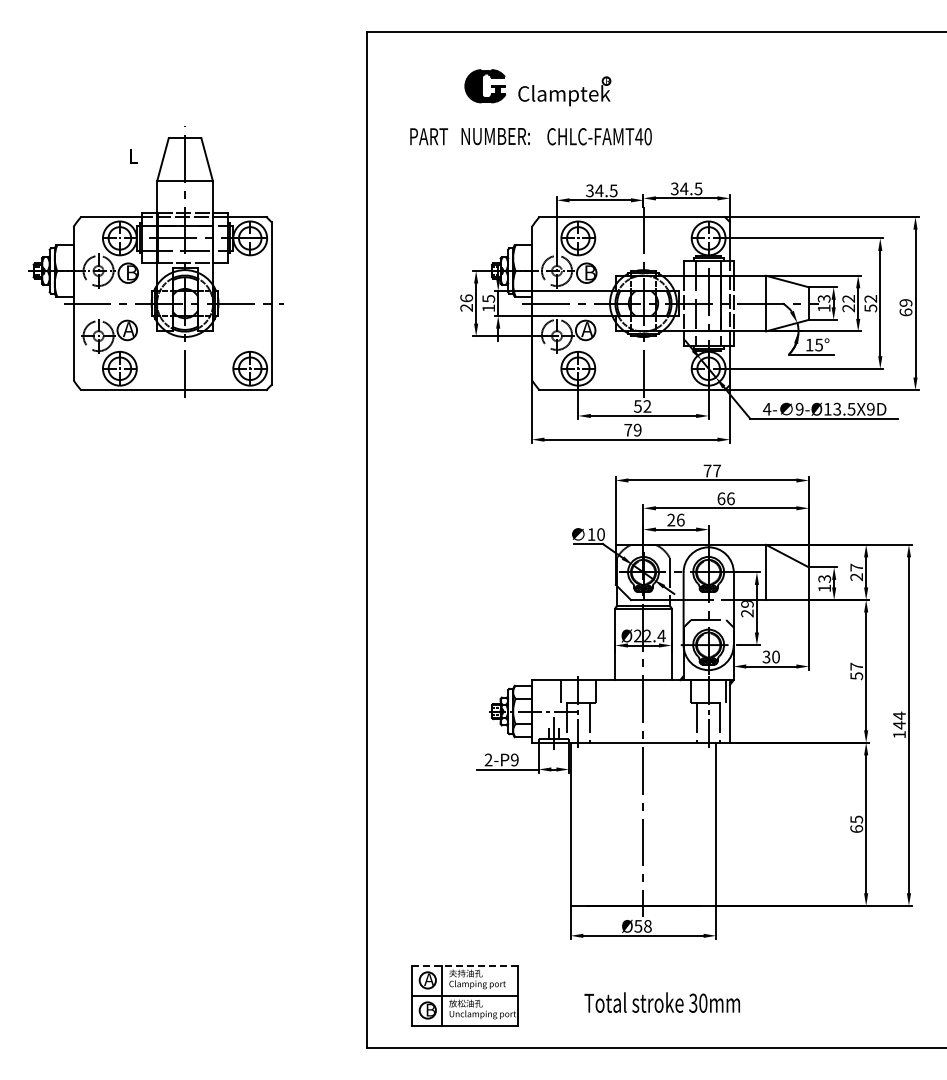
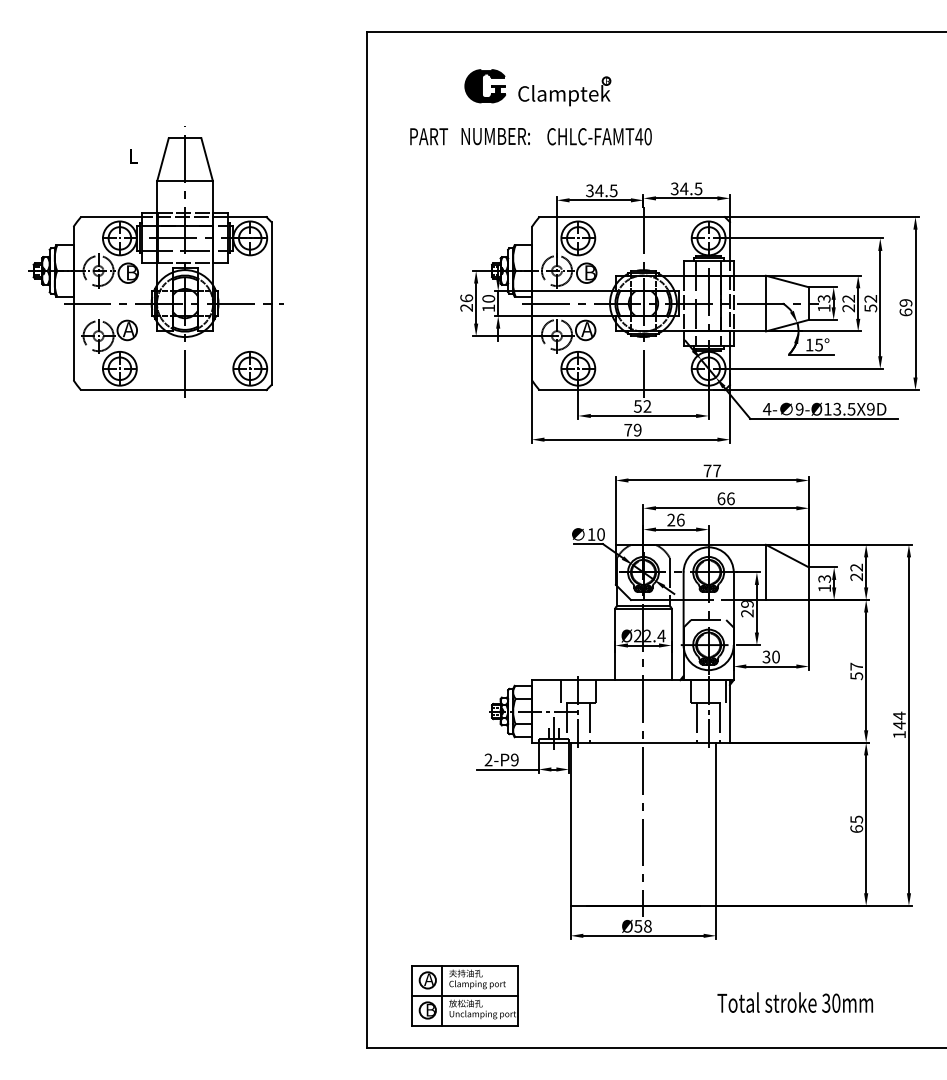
text at (488, 298): 15 -> 10
text at (856, 567): 27 -> 22
line at (464, 965): dashed -> solid
text at (661, 1002) position: (661, 1002) -> (794, 1002)
